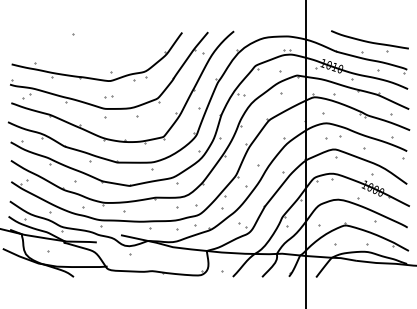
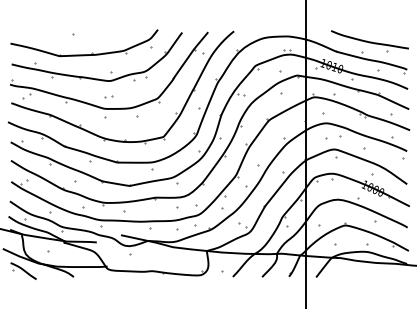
part at (84, 54): none -> present
part at (23, 270): none -> present
